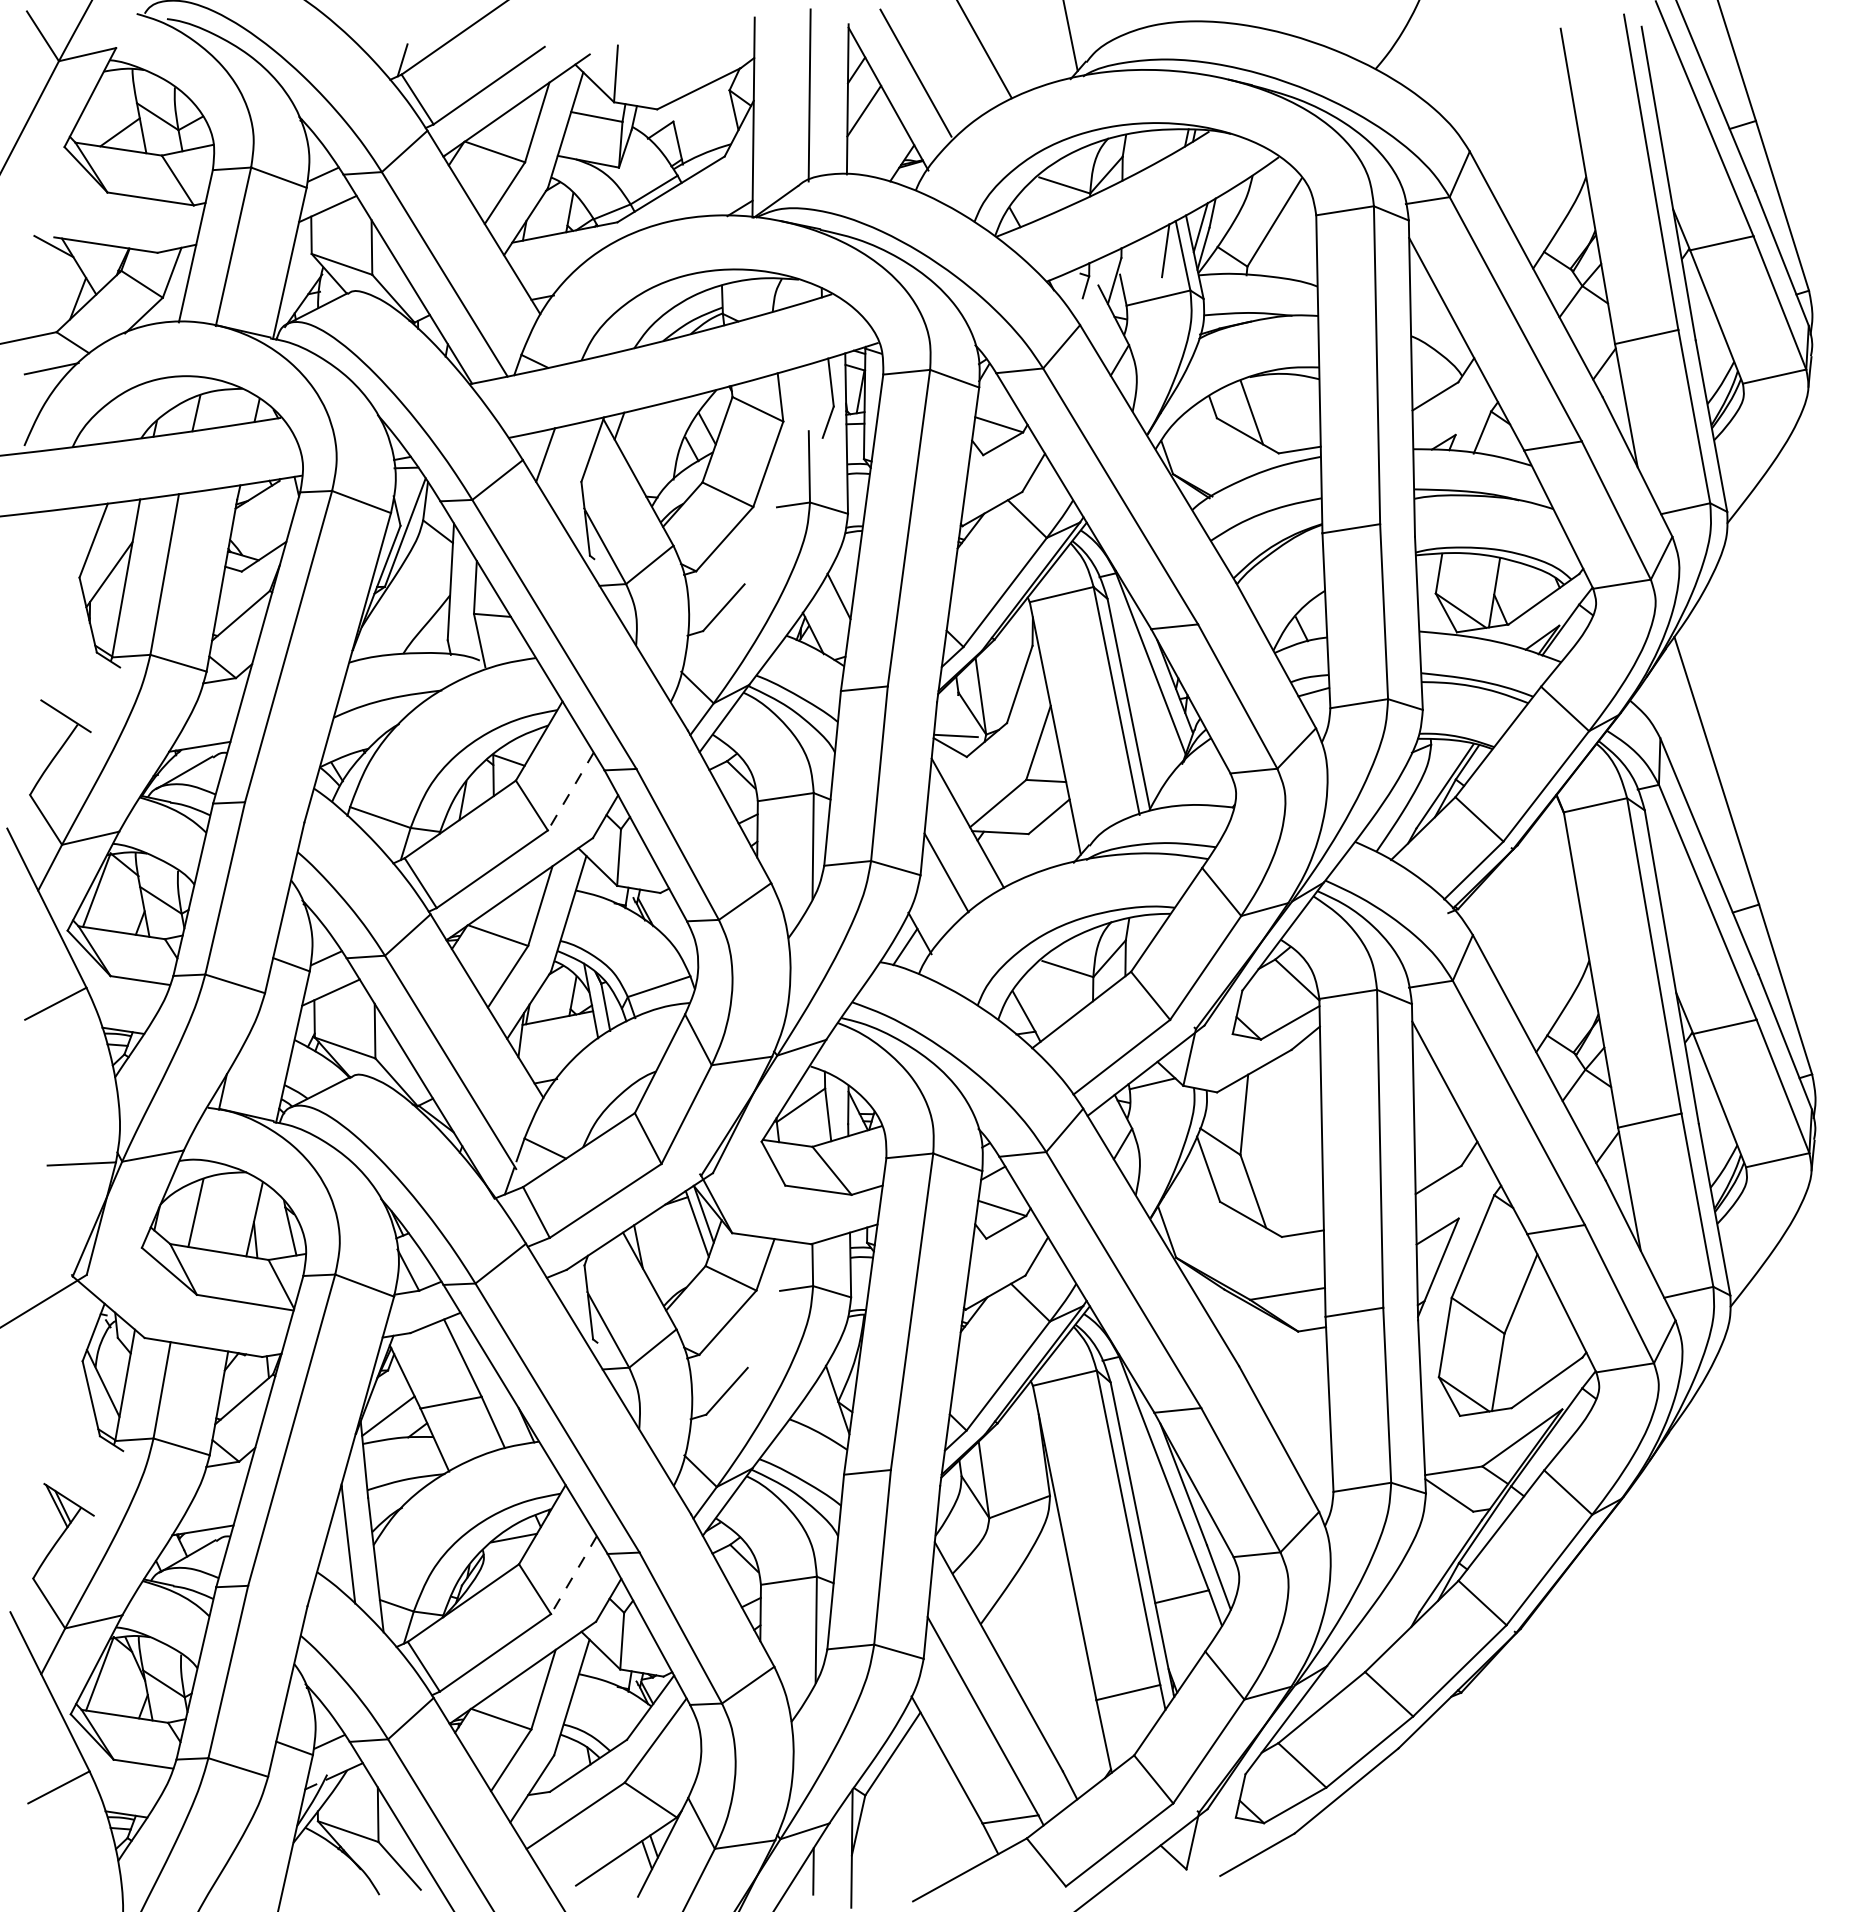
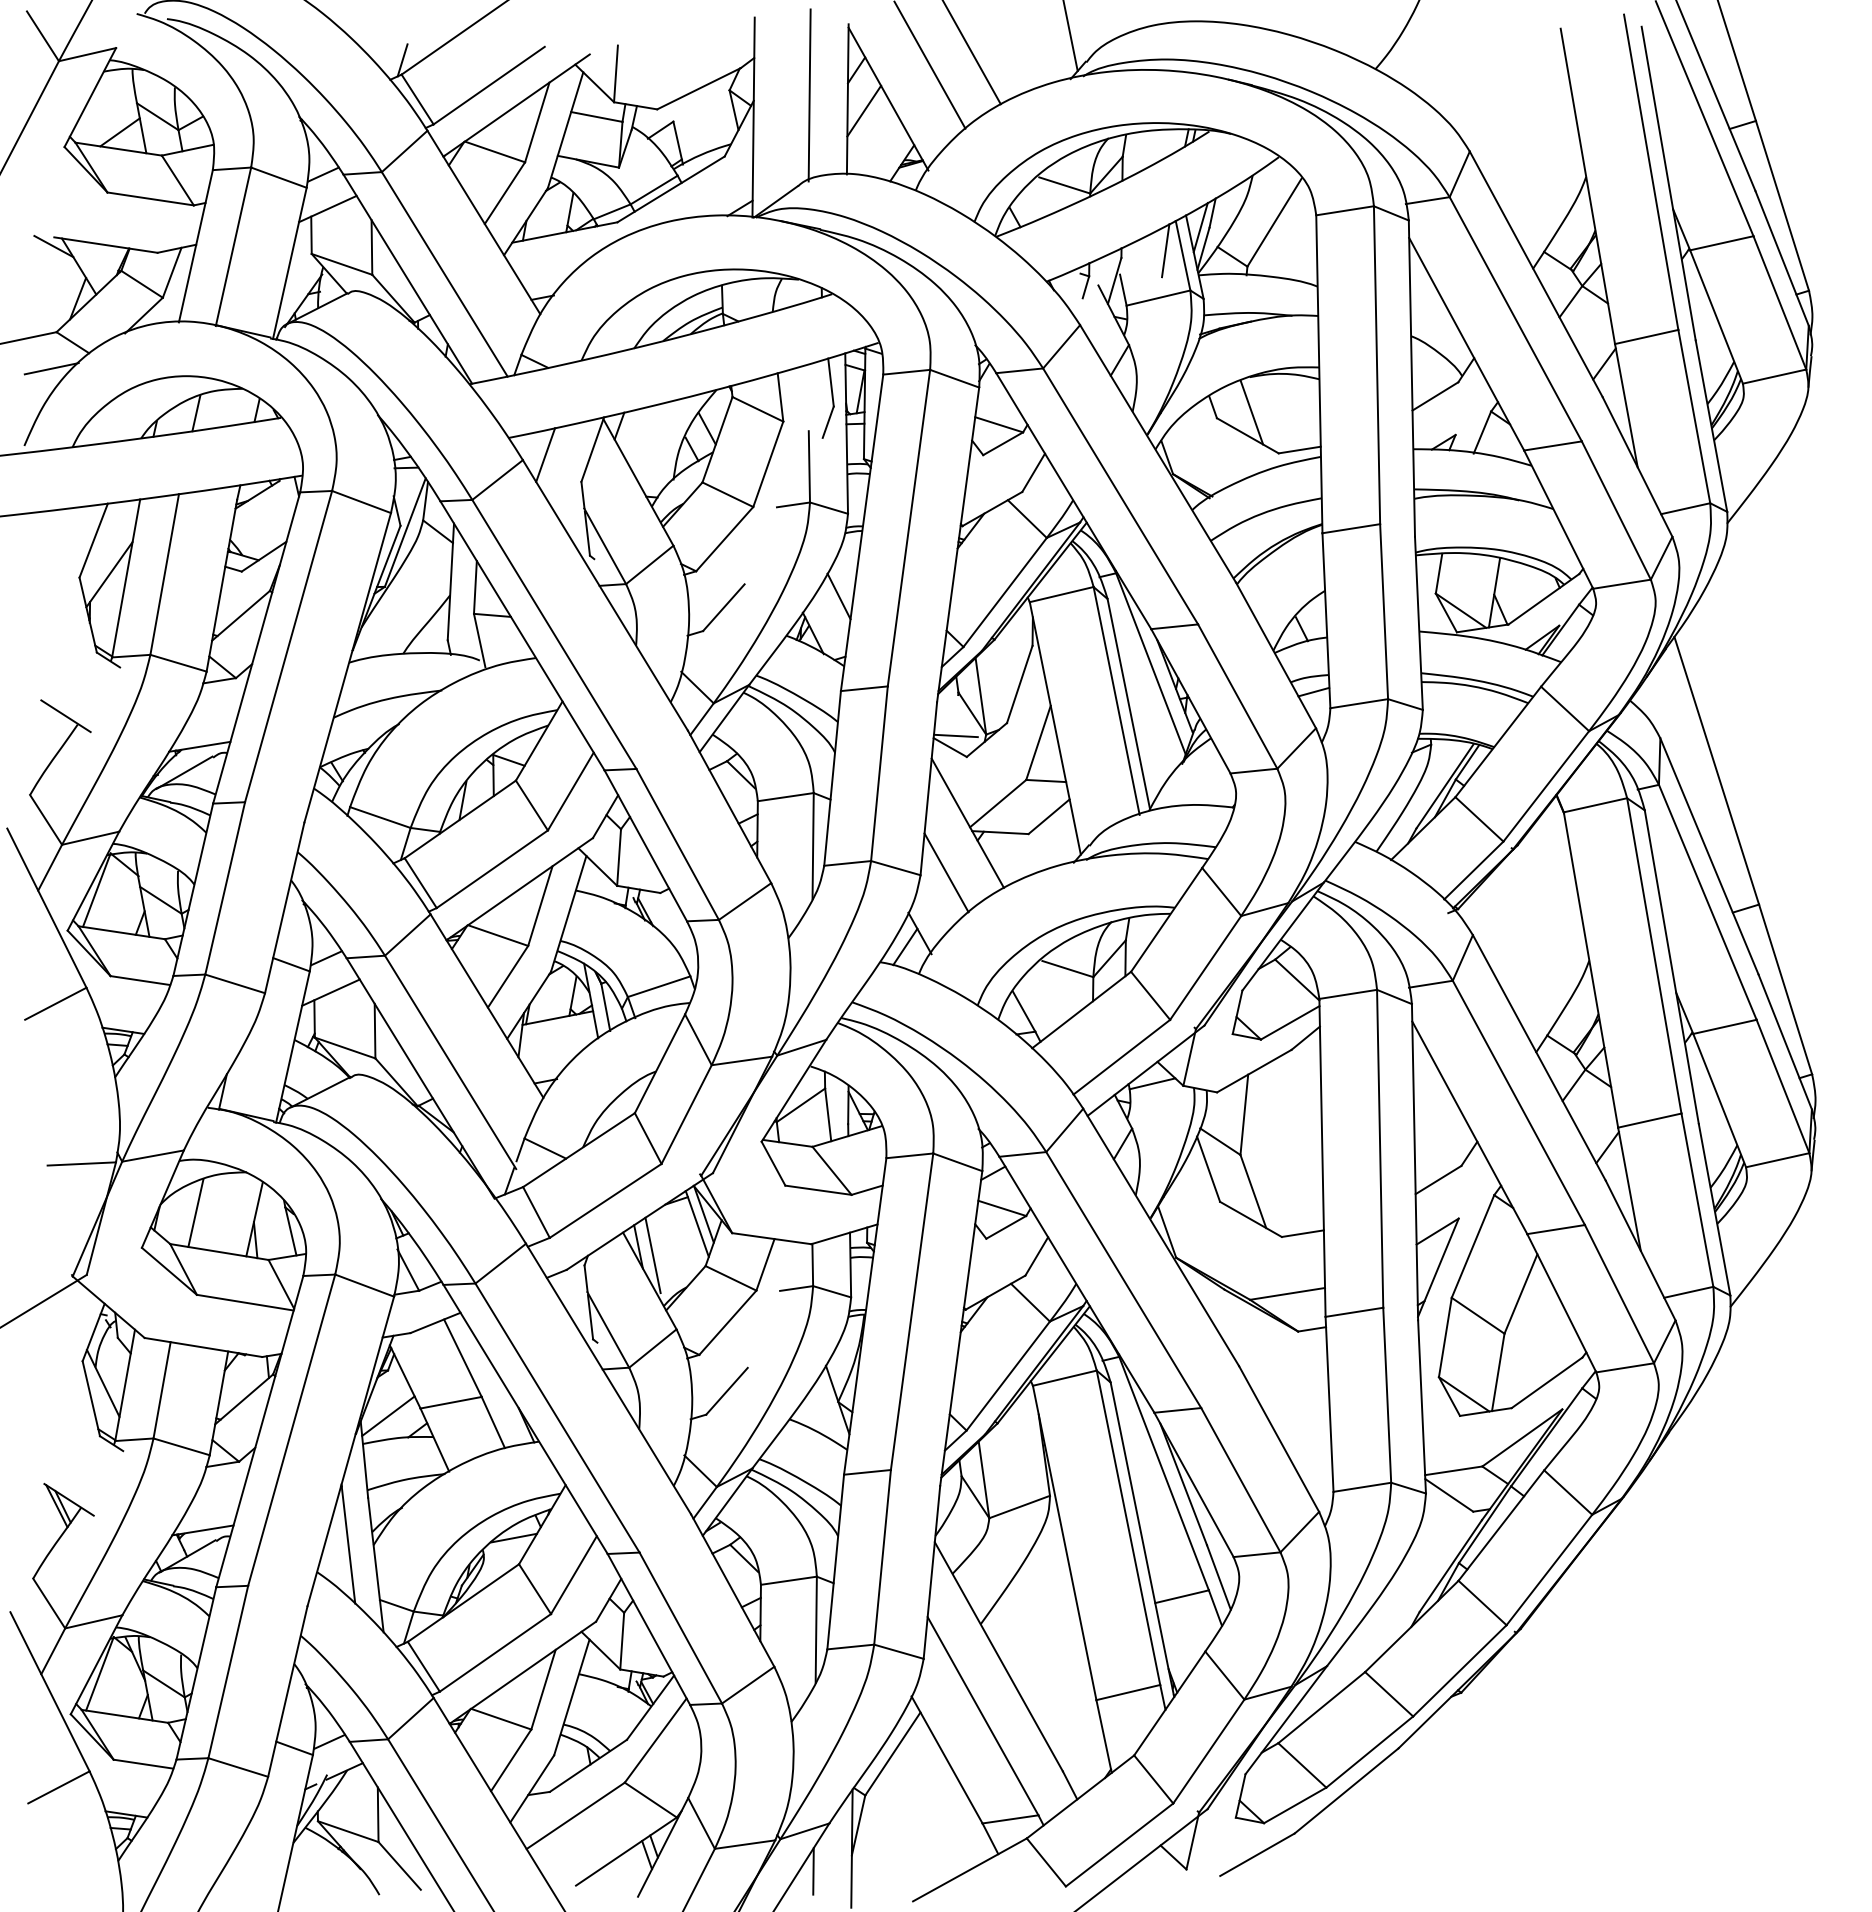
line at (984, 50) position: (984, 50) -> (972, 53)
line at (915, 72) position: (915, 72) -> (929, 65)
line at (570, 791): dashed -> solid
line at (652, 1255): none -> present
line at (573, 1575): dashed -> solid
